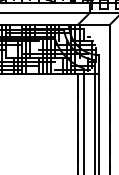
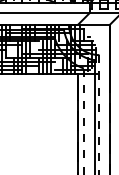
line at (99, 114): solid -> dashed
line at (83, 121): solid -> dashed
